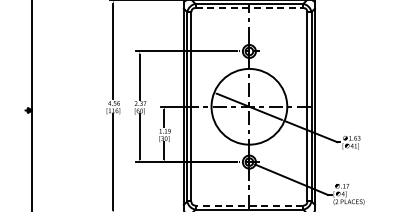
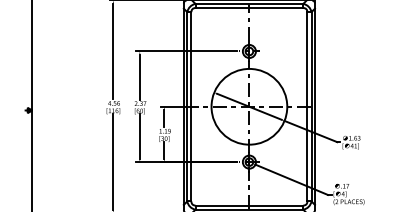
line at (249, 8): dashed -> solid
line at (249, 205): dashed -> solid
